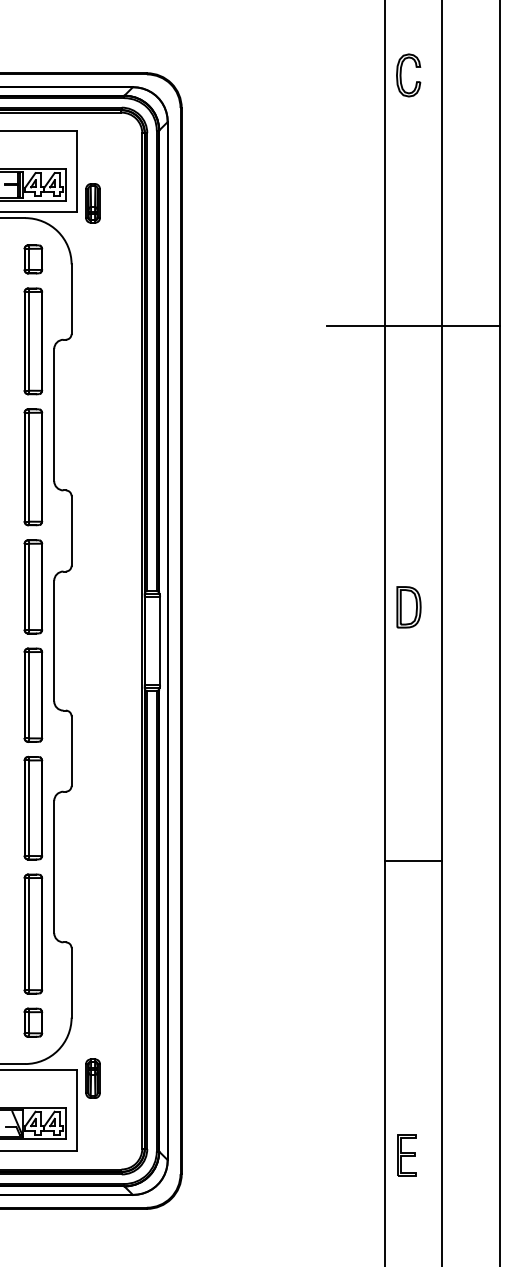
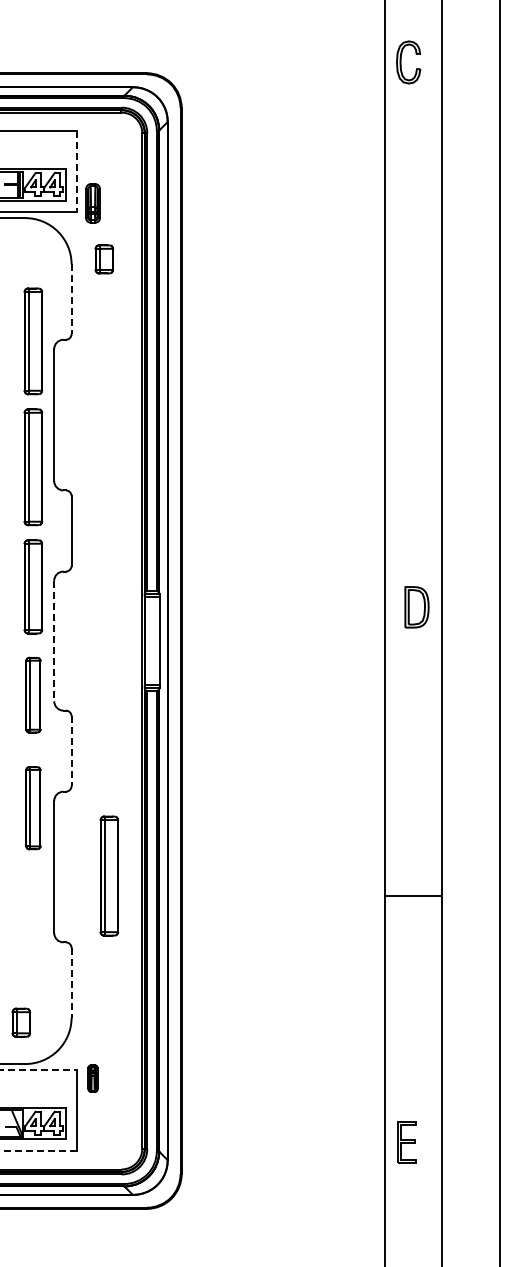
part at (401, 75) position: (401, 75) -> (401, 62)
line at (77, 171): solid -> dashed
part at (33, 259) position: (33, 259) -> (104, 259)
line at (71, 299): solid -> dashed
line at (413, 326): present -> none
part at (408, 607) position: (408, 607) -> (416, 607)
line at (54, 641): solid -> dashed
part at (33, 694) size: 21x96 px -> 17x78 px
line at (71, 751): solid -> dashed
part at (33, 807) size: 21x106 px -> 17x85 px
line at (413, 861) position: (413, 861) -> (413, 896)
part at (33, 933) position: (33, 933) -> (109, 875)
line at (71, 982): solid -> dashed
part at (33, 1022) position: (33, 1022) -> (21, 1022)
line at (39, 1069): solid -> dashed
part at (92, 1078) size: 16x41 px -> 12x29 px
line at (38, 1150): solid -> dashed
part at (406, 1155) position: (406, 1155) -> (406, 1142)
